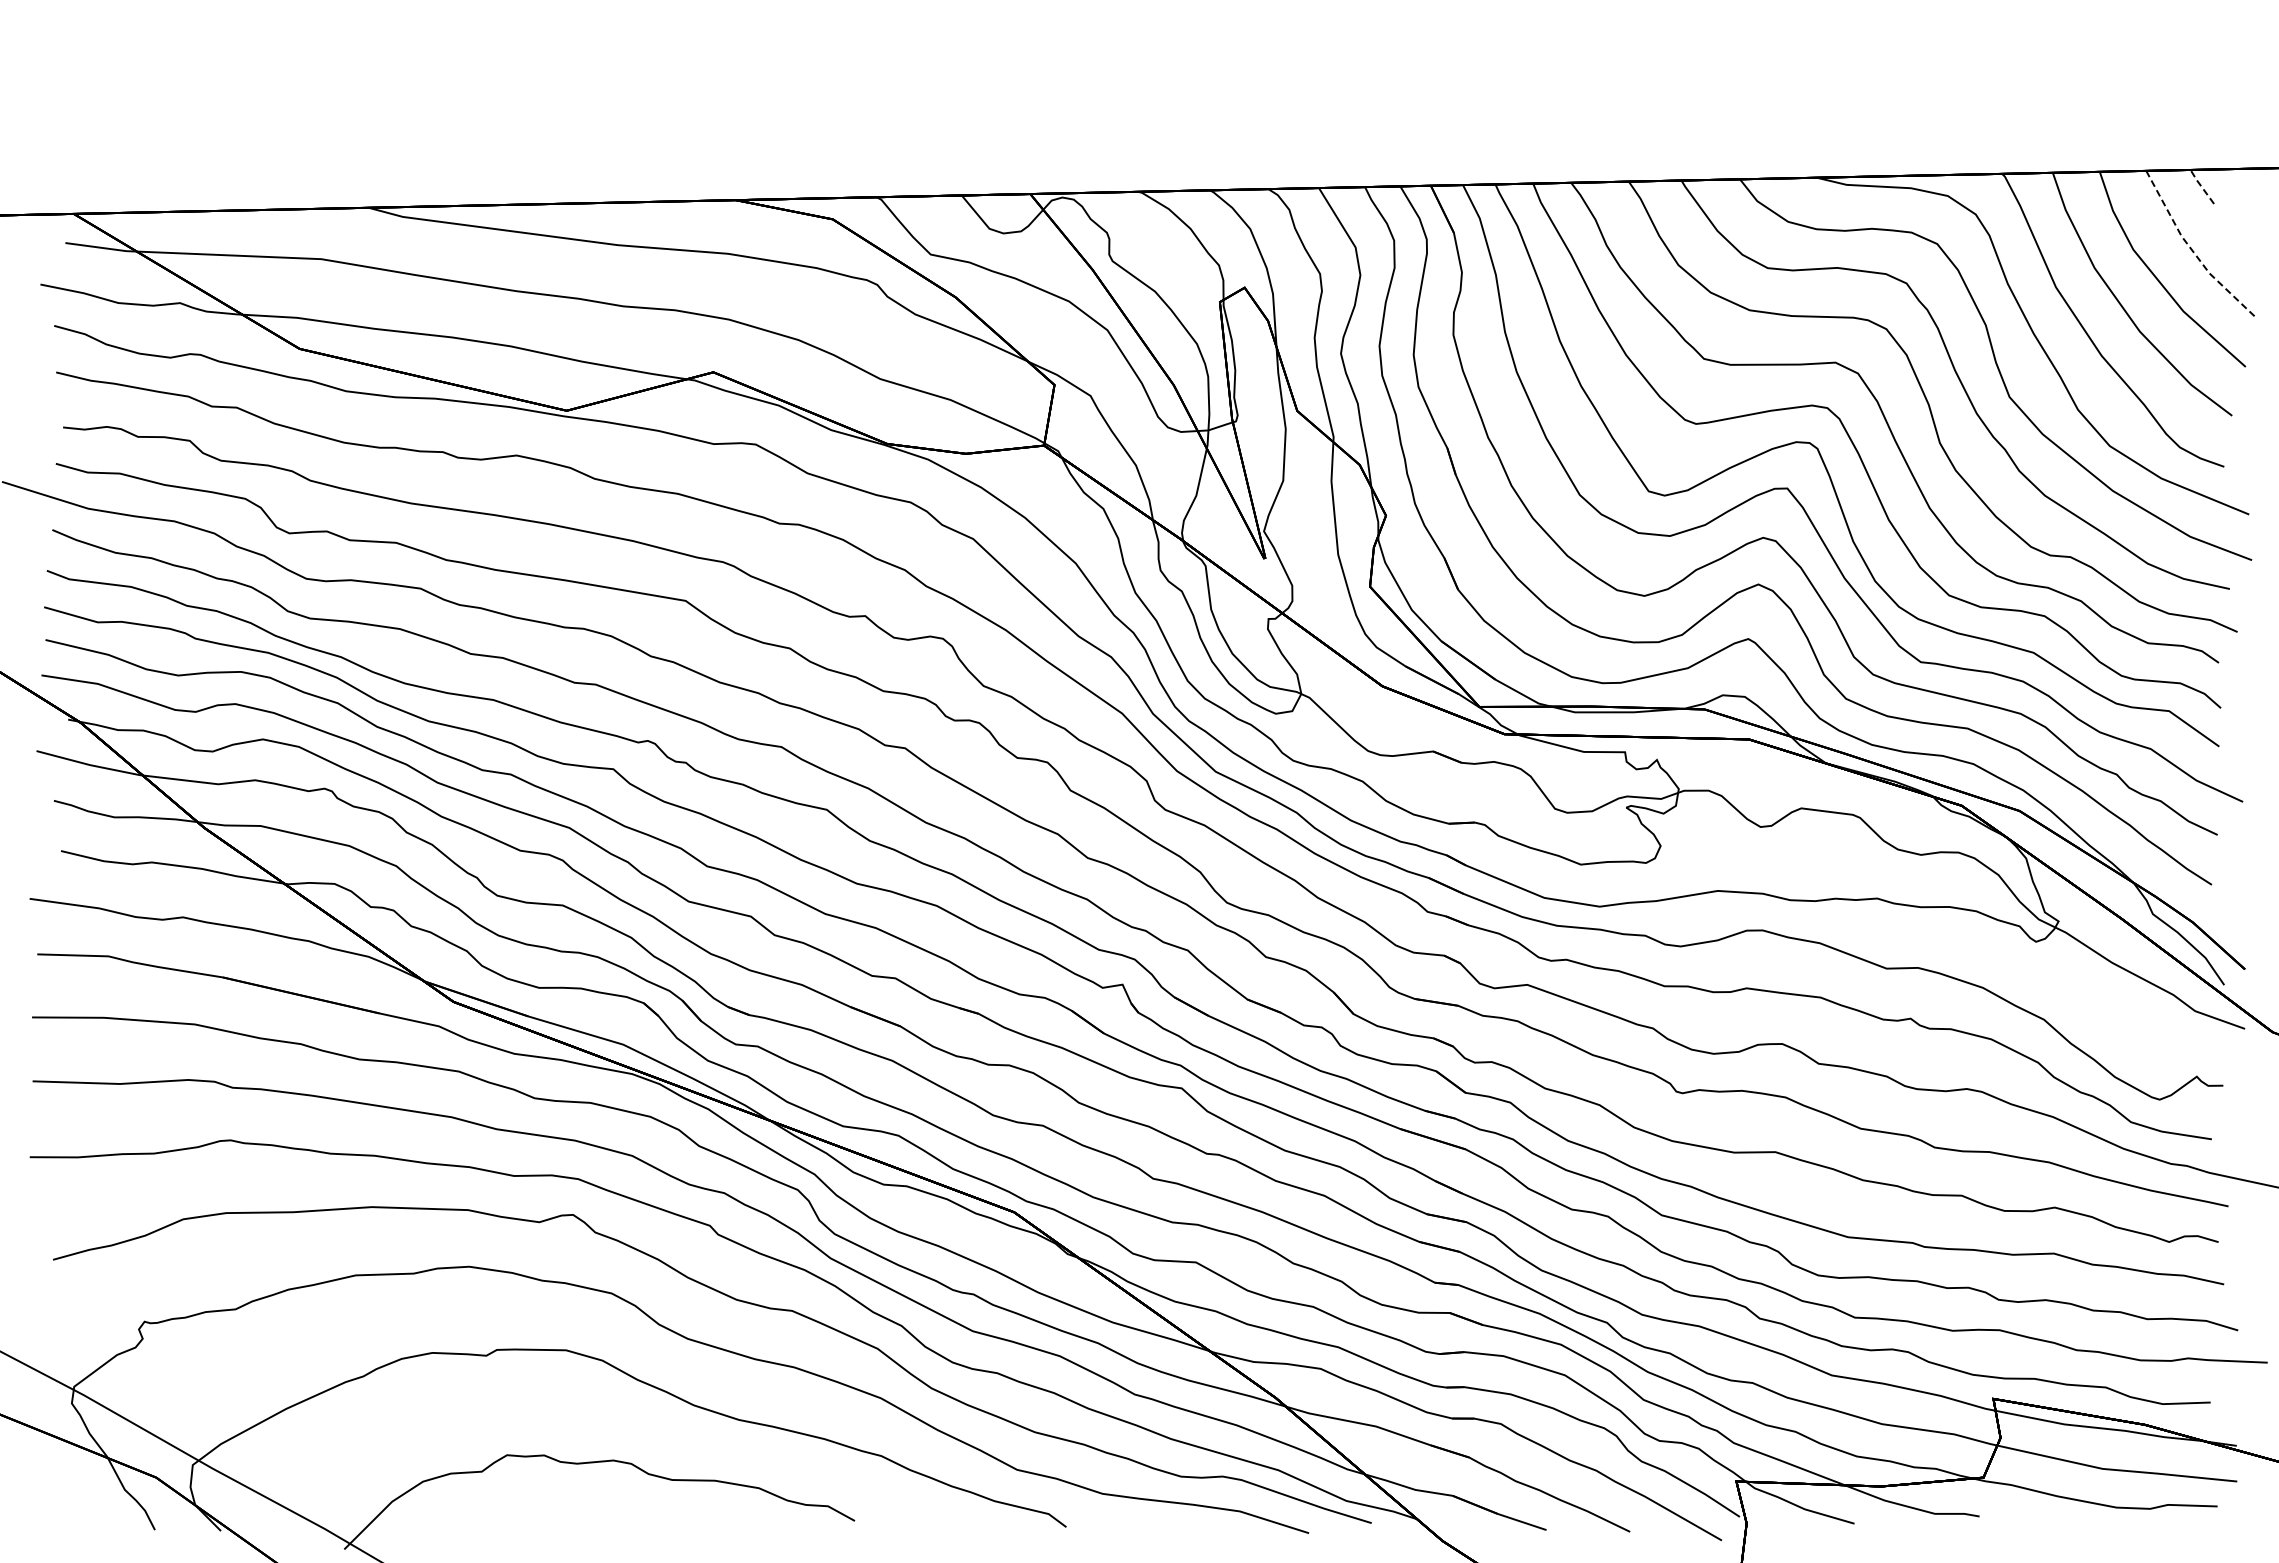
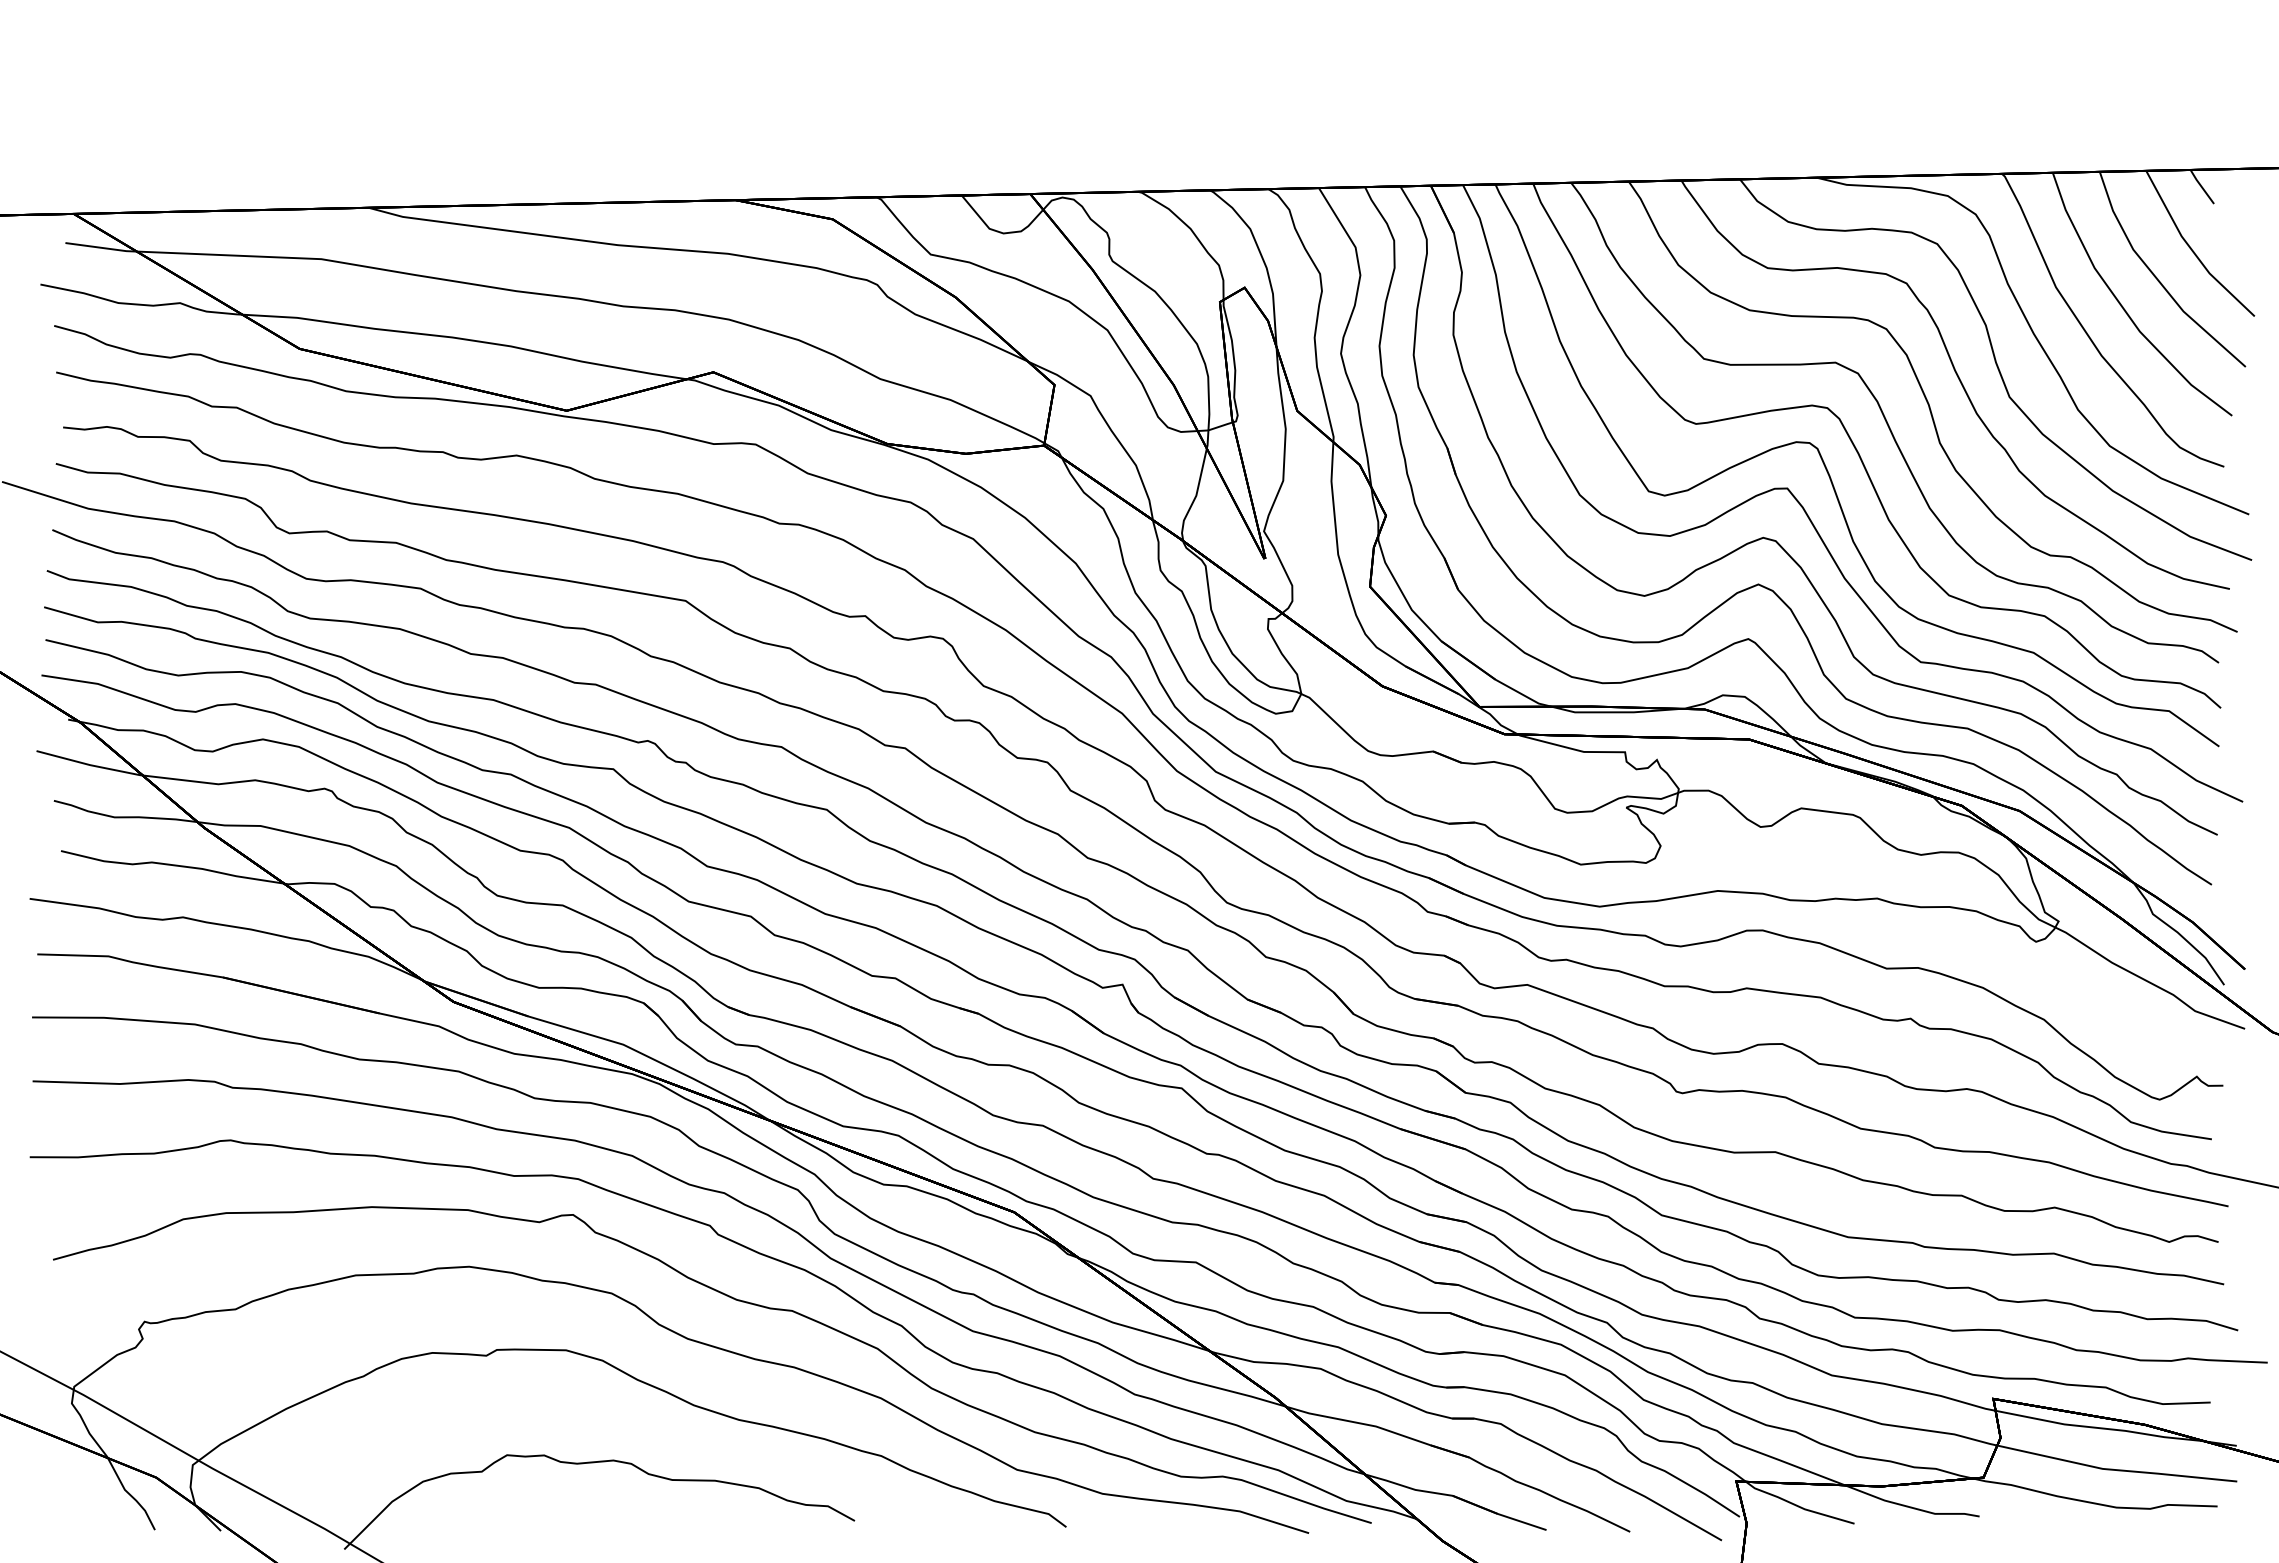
line at (2201, 186): dashed -> solid
line at (2192, 250): dashed -> solid
